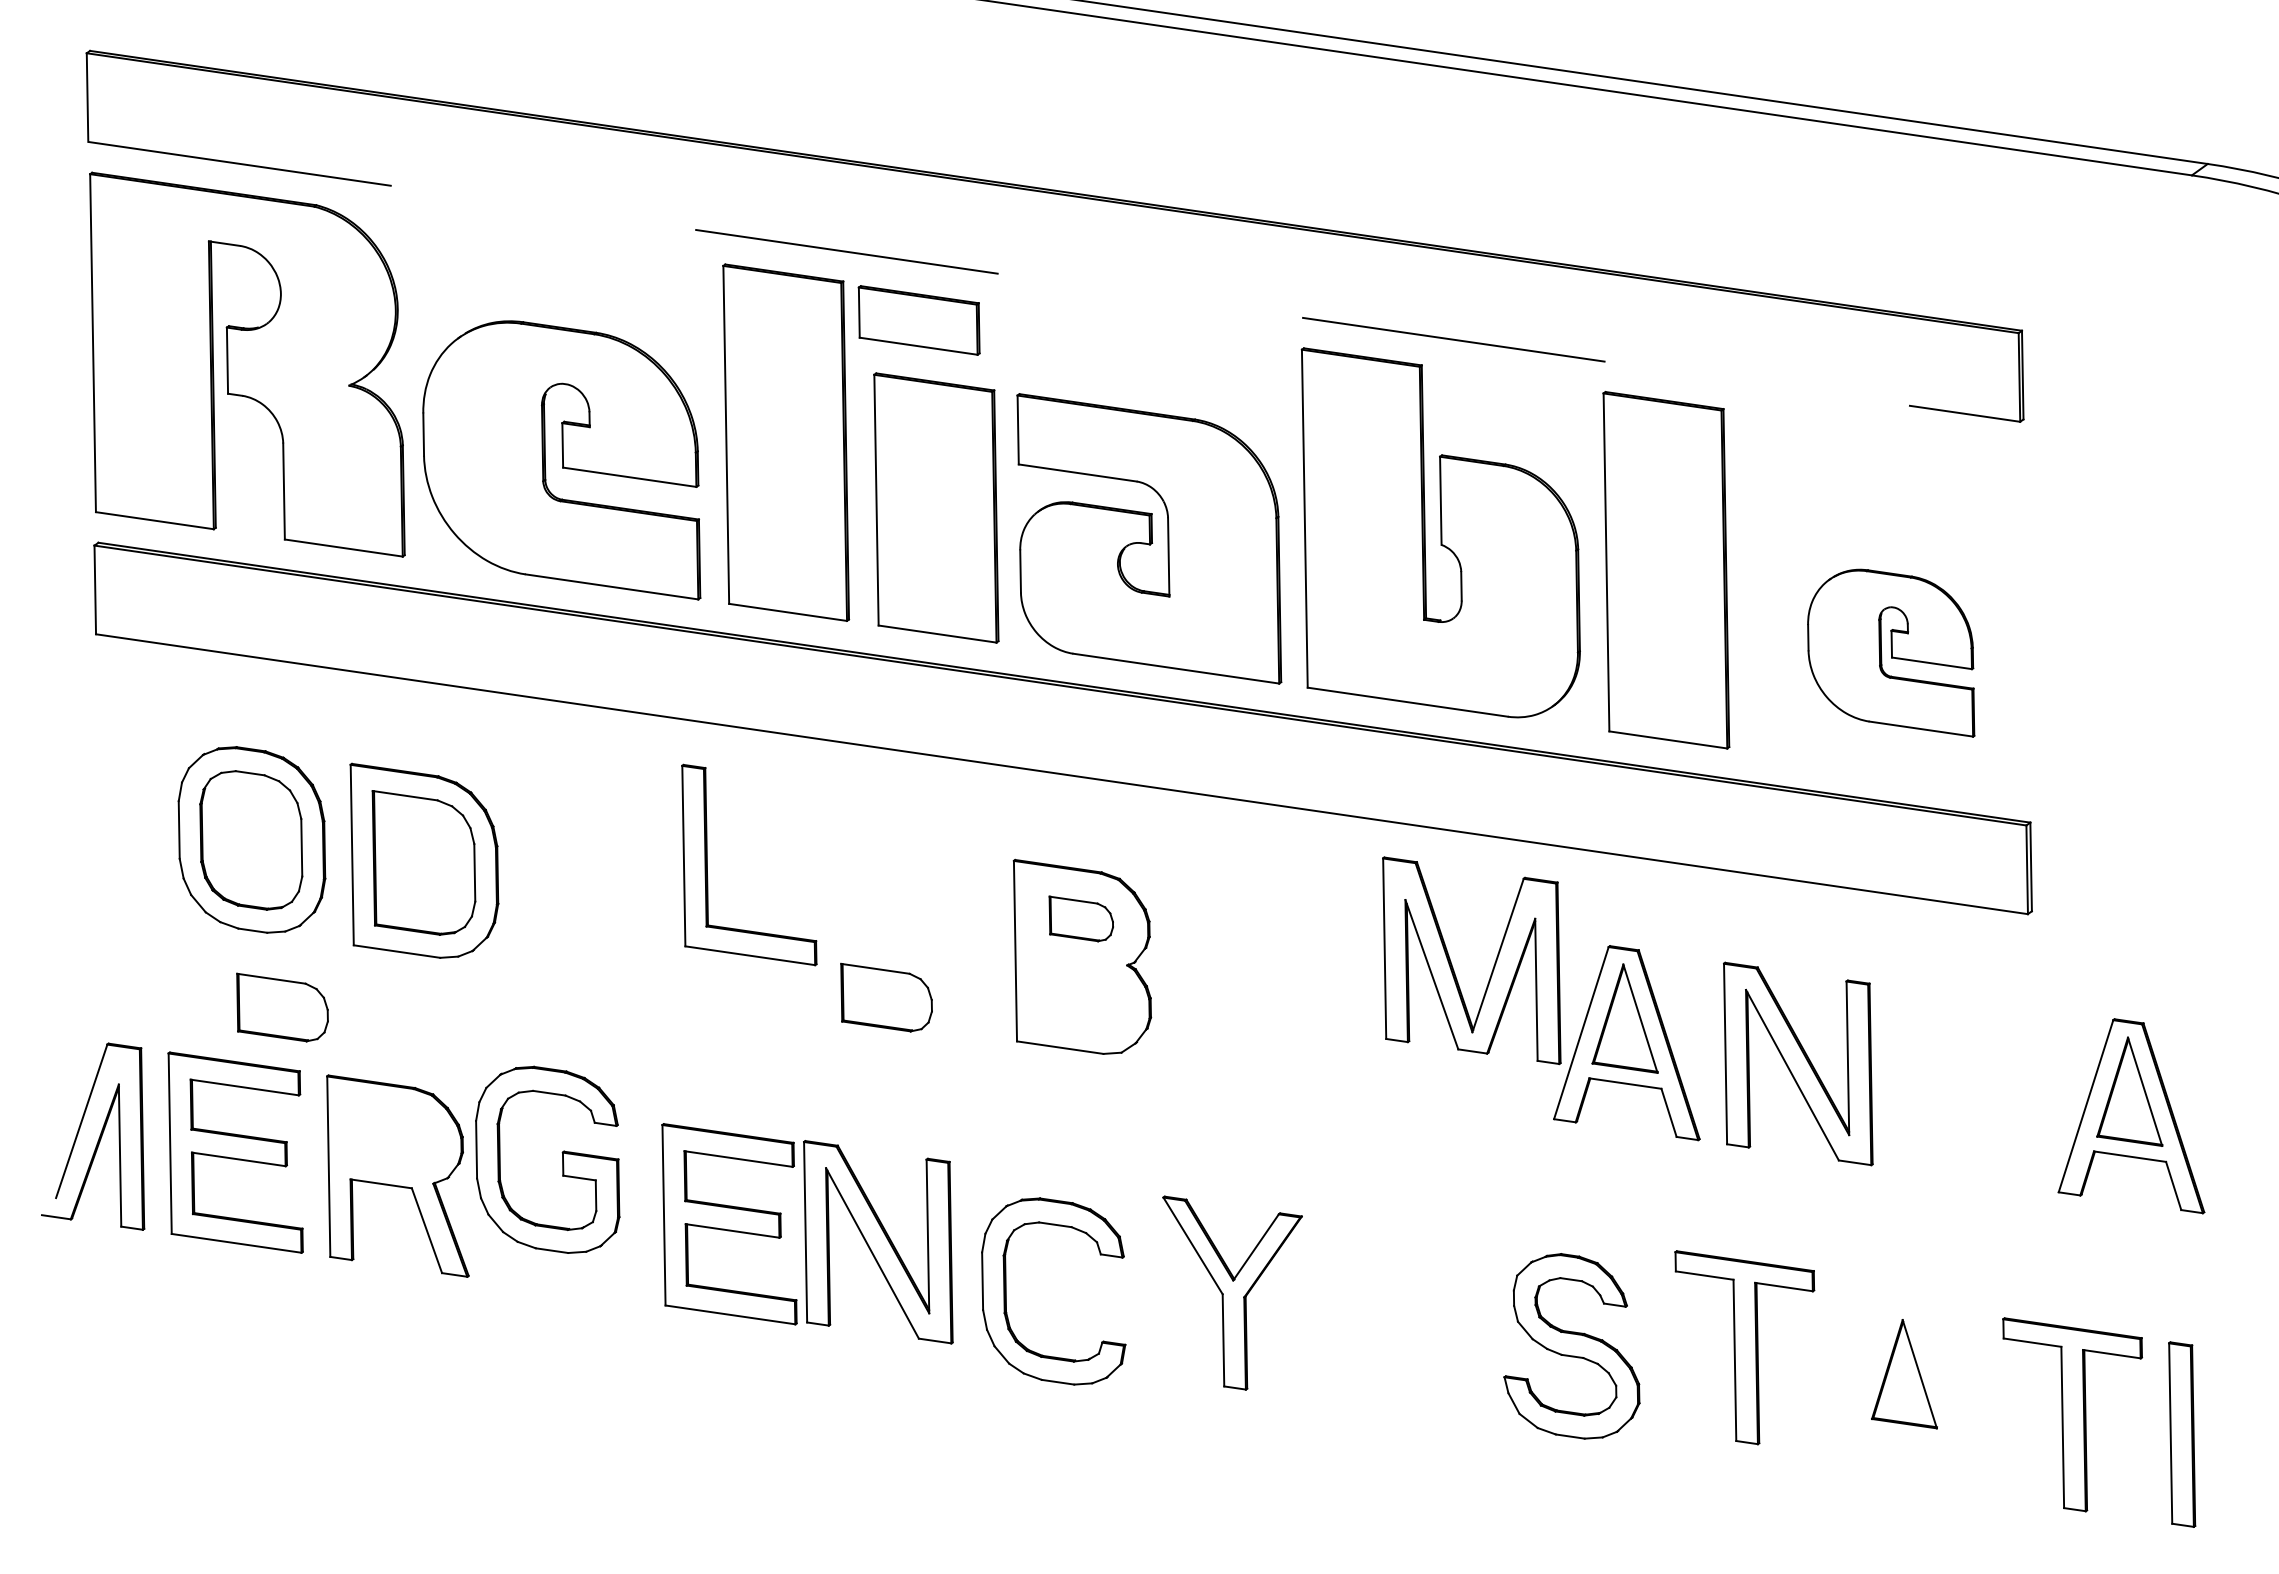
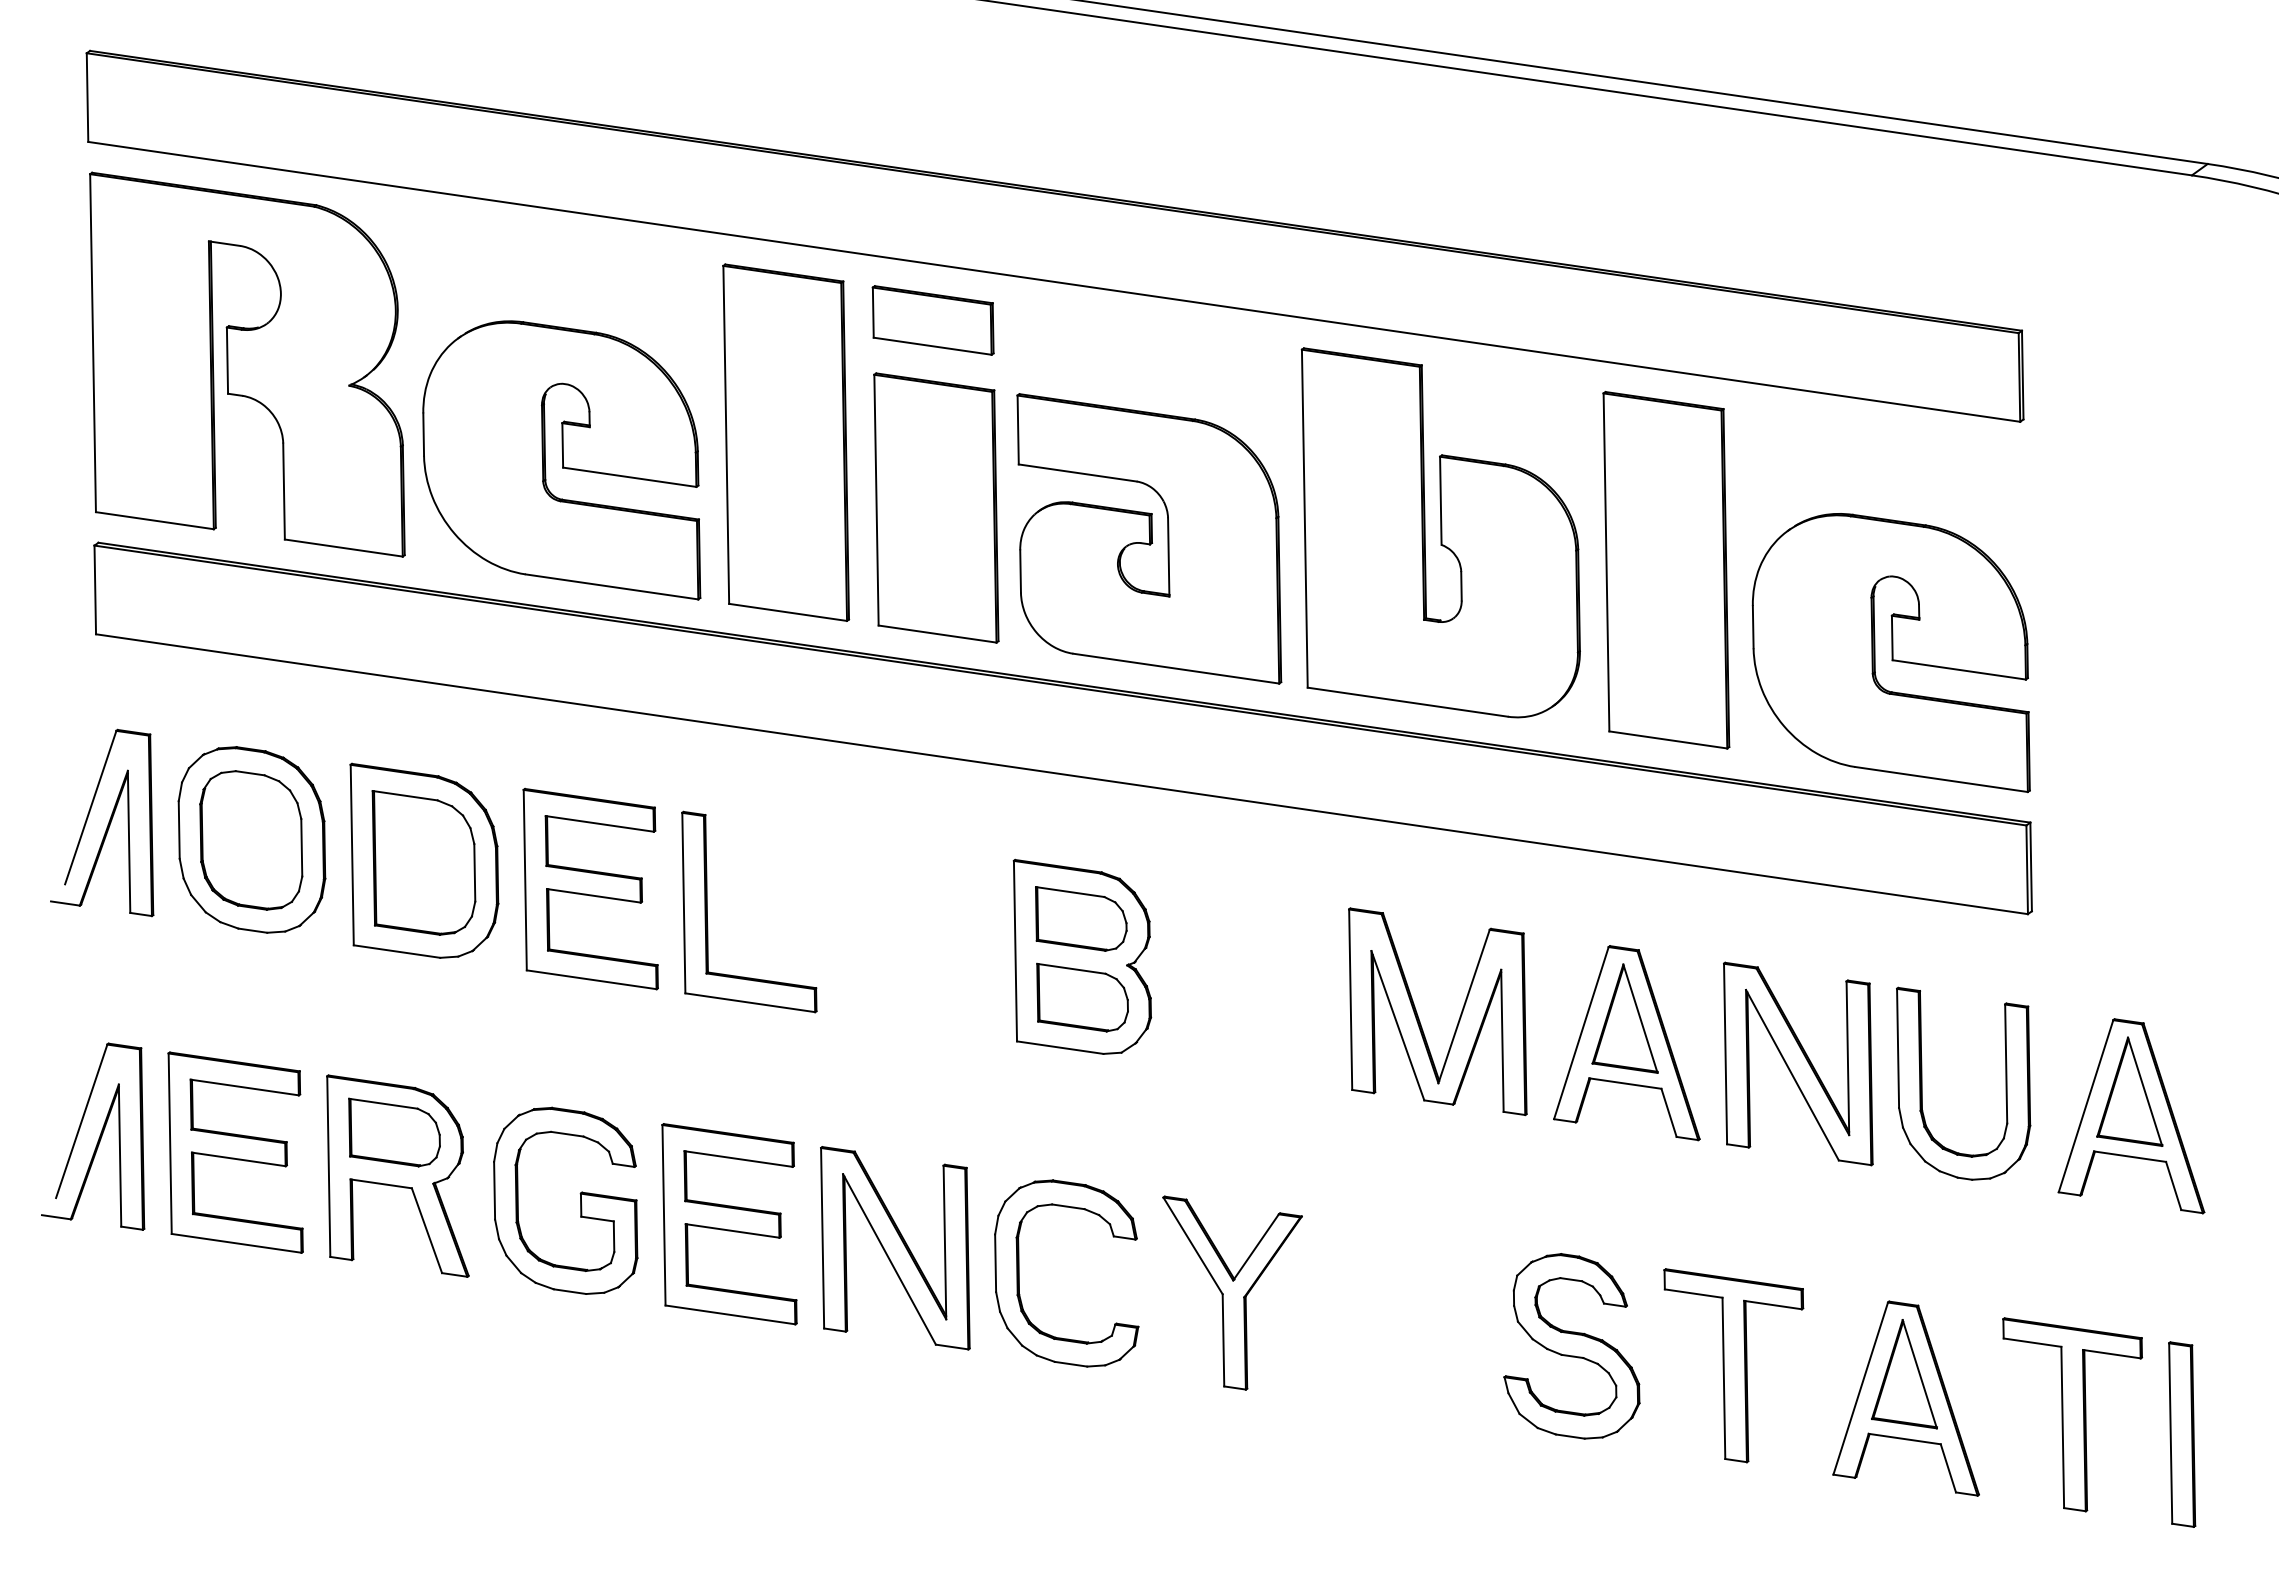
line at (1054, 281): dashed -> solid
part at (918, 320) position: (918, 320) -> (932, 320)
part at (1891, 652) size: 169x170 px -> 280x281 px
part at (102, 822): none -> present
part at (707, 864) position: (707, 864) -> (707, 911)
part at (590, 888): none -> present
part at (1080, 918) size: 66x48 px -> 93x66 px
part at (1453, 967) position: (1453, 967) -> (1419, 1018)
part at (886, 997) position: (886, 997) -> (1082, 997)
part at (282, 1007) position: (282, 1007) -> (394, 1132)
part at (1922, 1083): none -> present
part at (562, 1159) position: (562, 1159) -> (580, 1200)
part at (878, 1242) position: (878, 1242) -> (895, 1248)
part at (1006, 1291) position: (1006, 1291) -> (1019, 1273)
part at (1744, 1347) position: (1744, 1347) -> (1733, 1365)
part at (1905, 1398): none -> present
